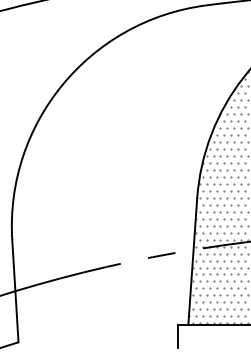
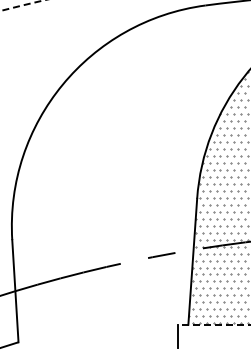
circle at (22, 5): solid -> dashed
line at (213, 324): solid -> dashed
